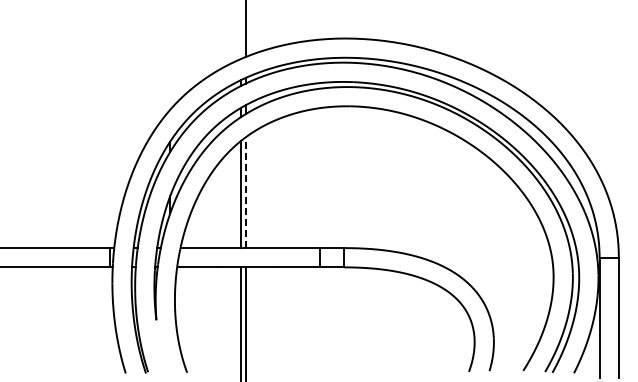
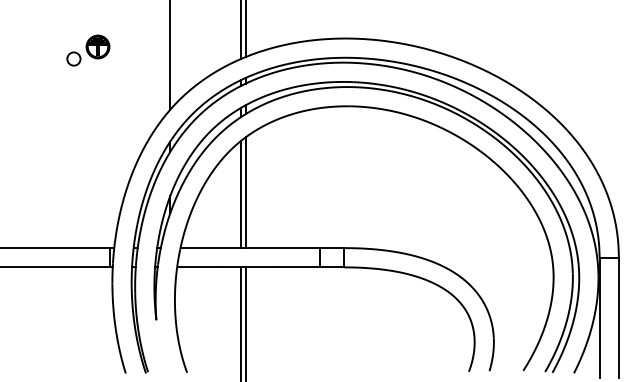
line at (241, 30): none -> present
part at (88, 50): none -> present
line at (170, 55): none -> present
line at (245, 192): dashed -> solid
